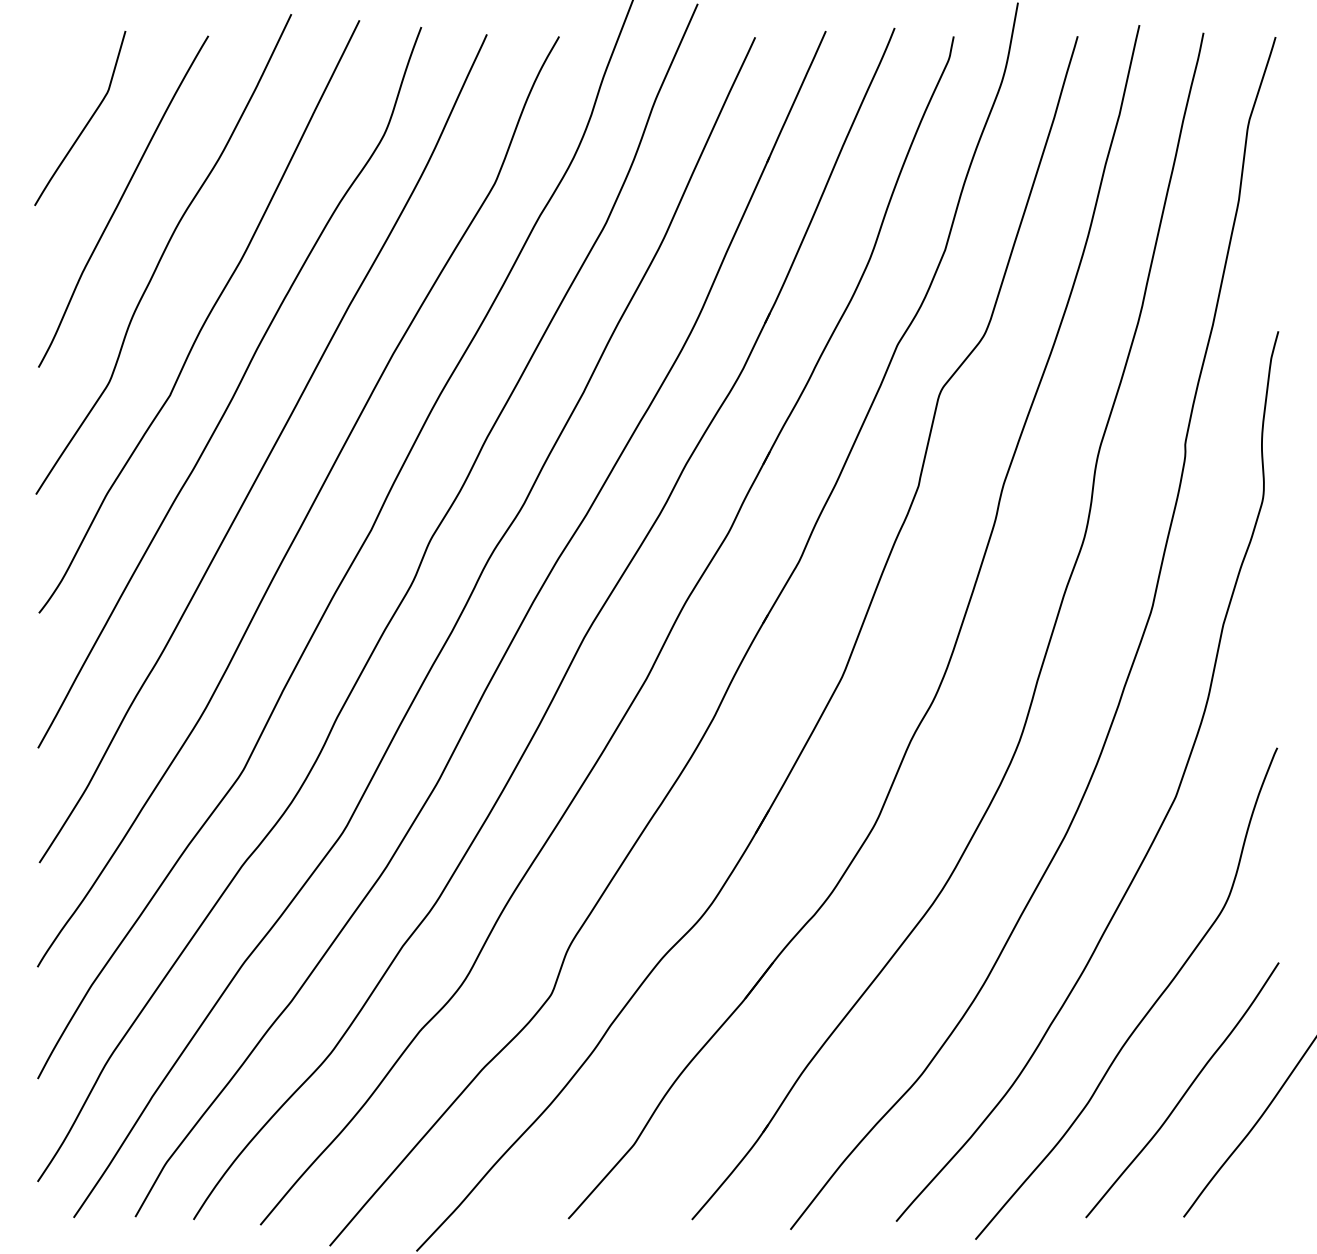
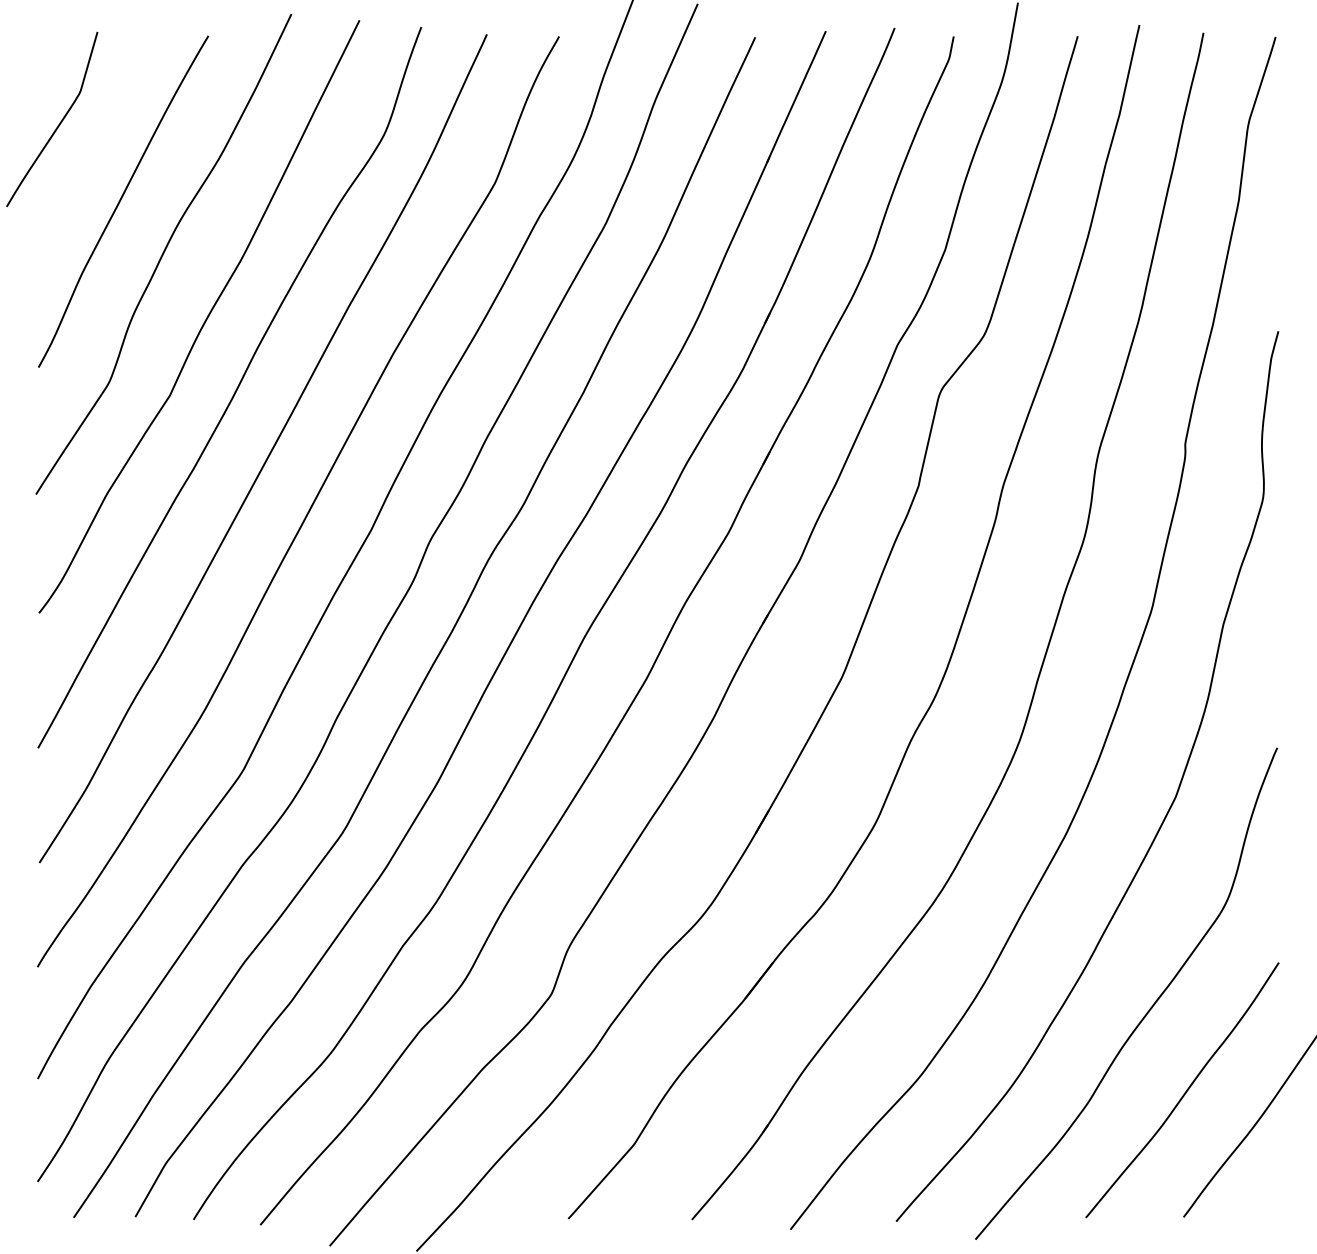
curve at (87, 121) position: (87, 121) -> (59, 122)
